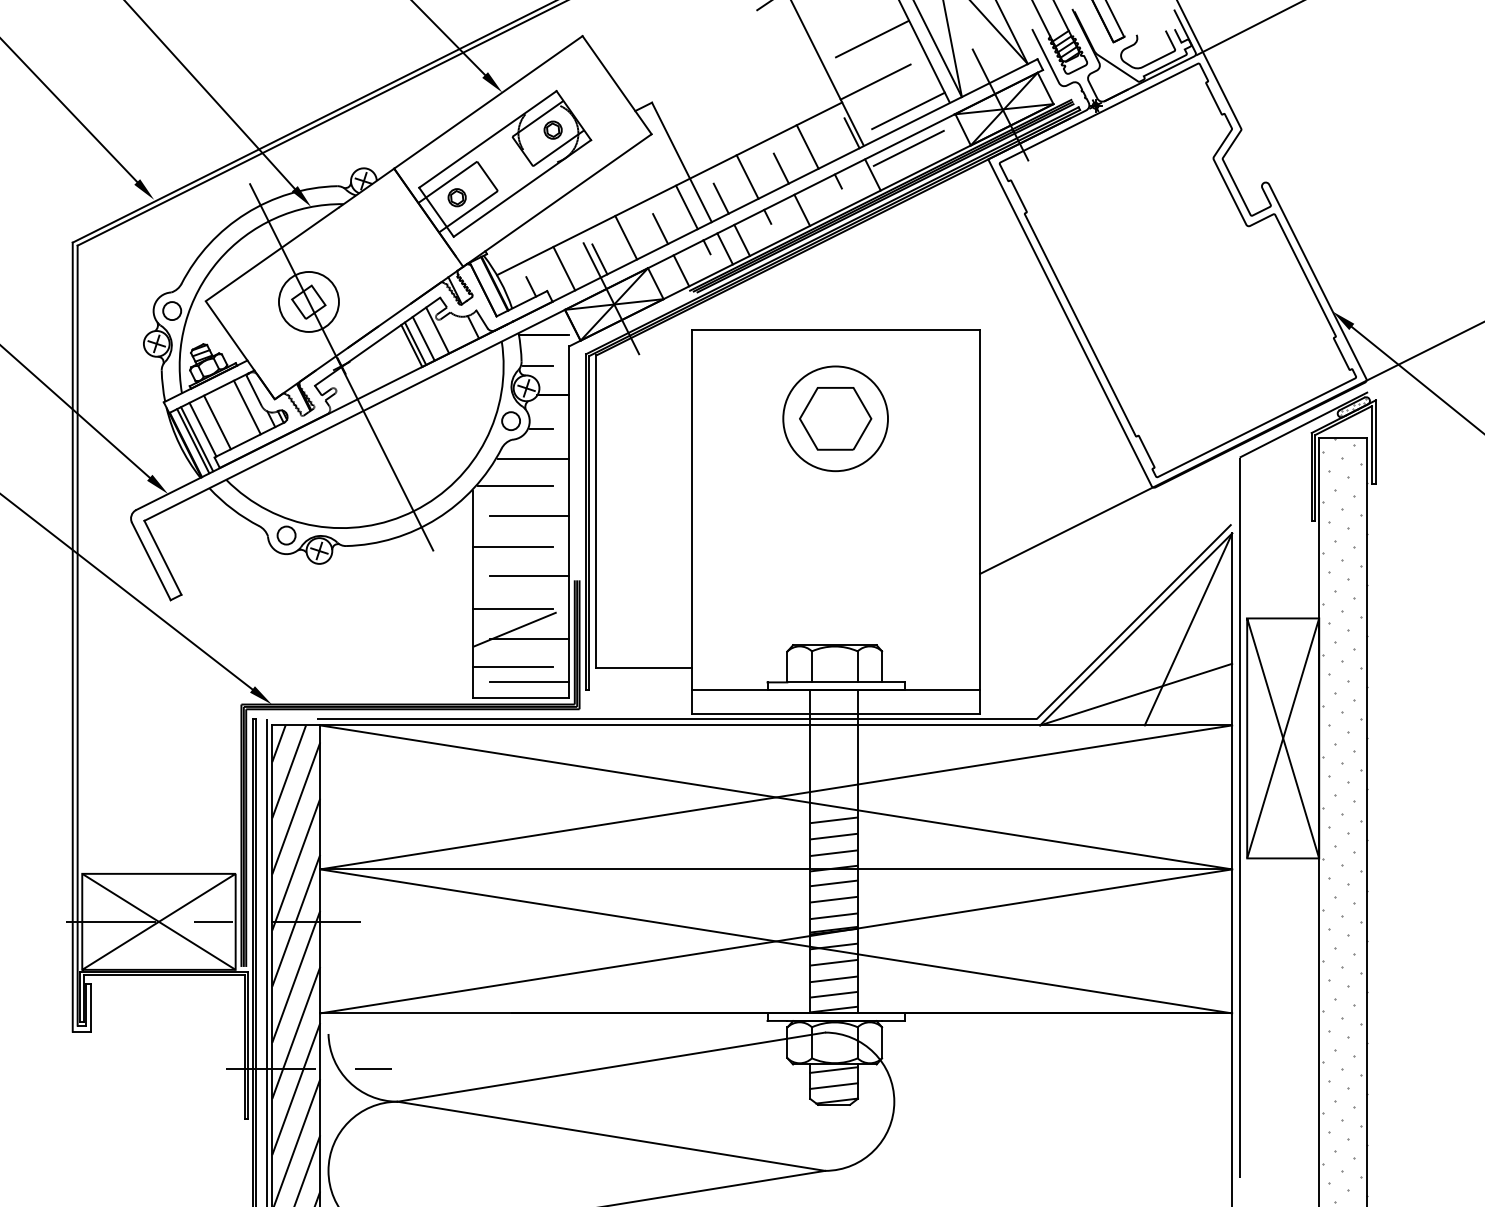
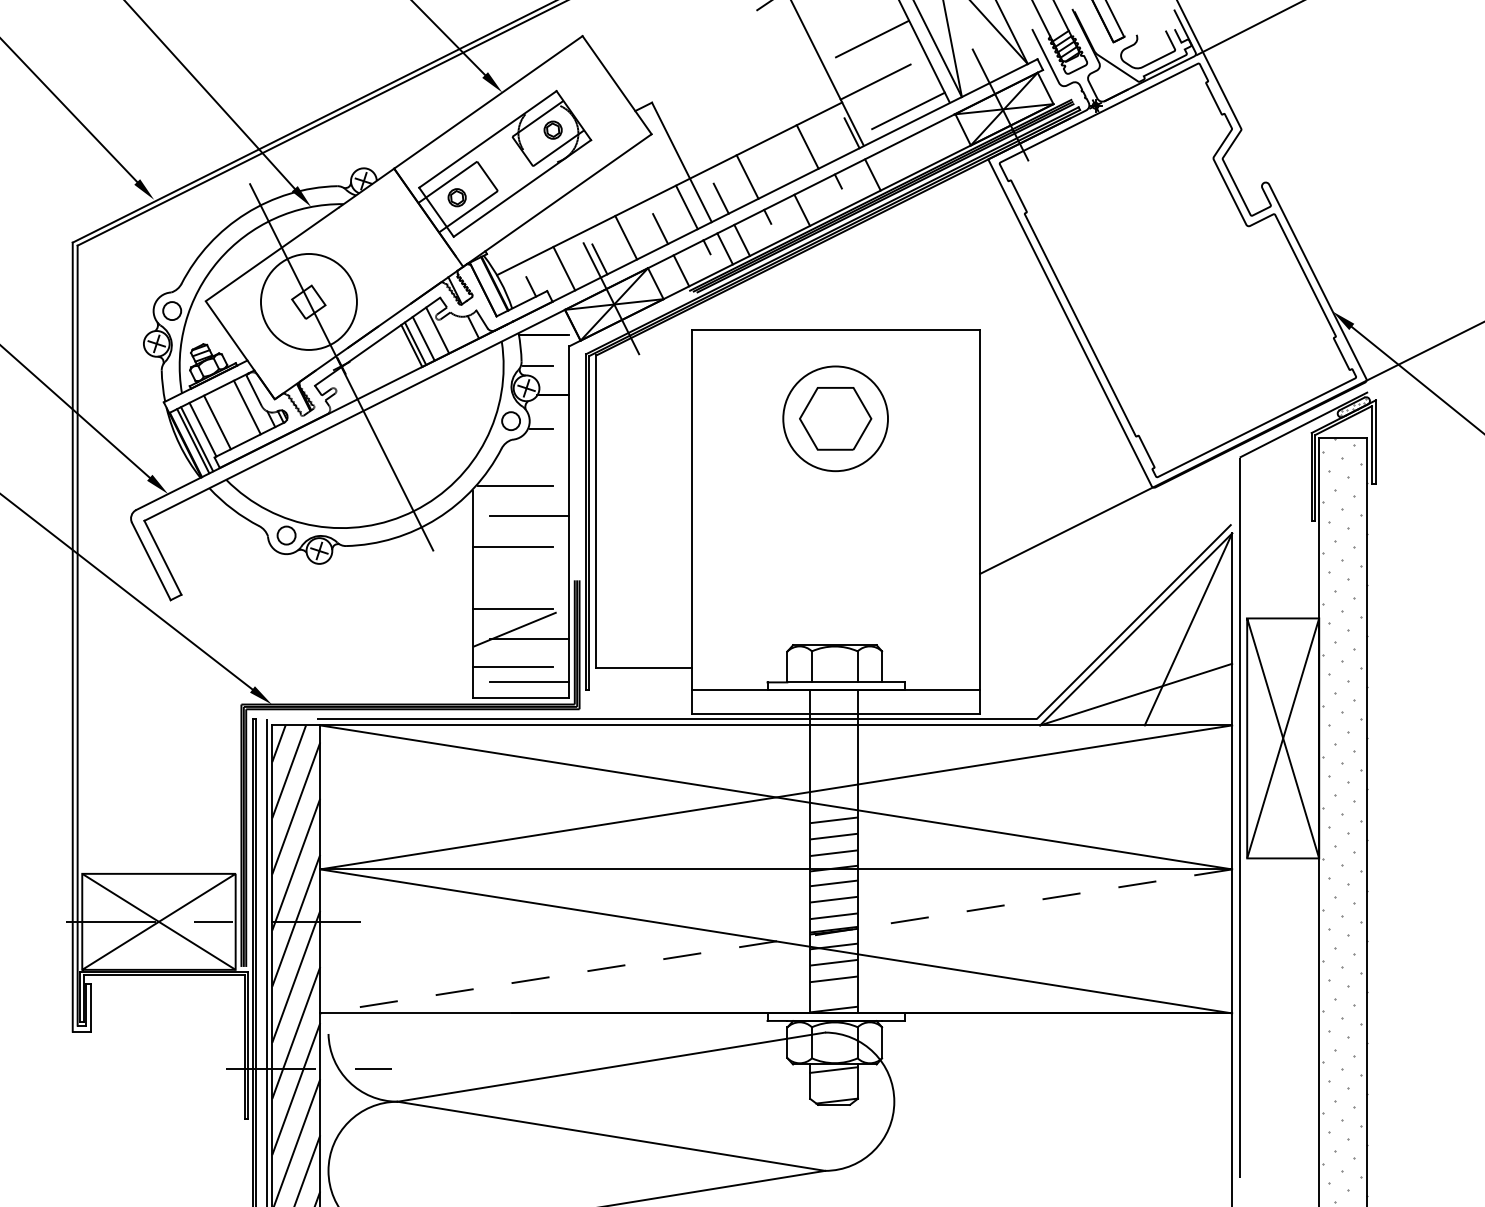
line at (908, 147): present -> none
line at (780, 168): present -> none
circle at (308, 301) diameter: 60 px -> 96 px
line at (533, 458): present -> none
line at (529, 576): present -> none
line at (776, 941): solid -> dashed
line at (833, 994): present -> none
line at (833, 1085): present -> none
